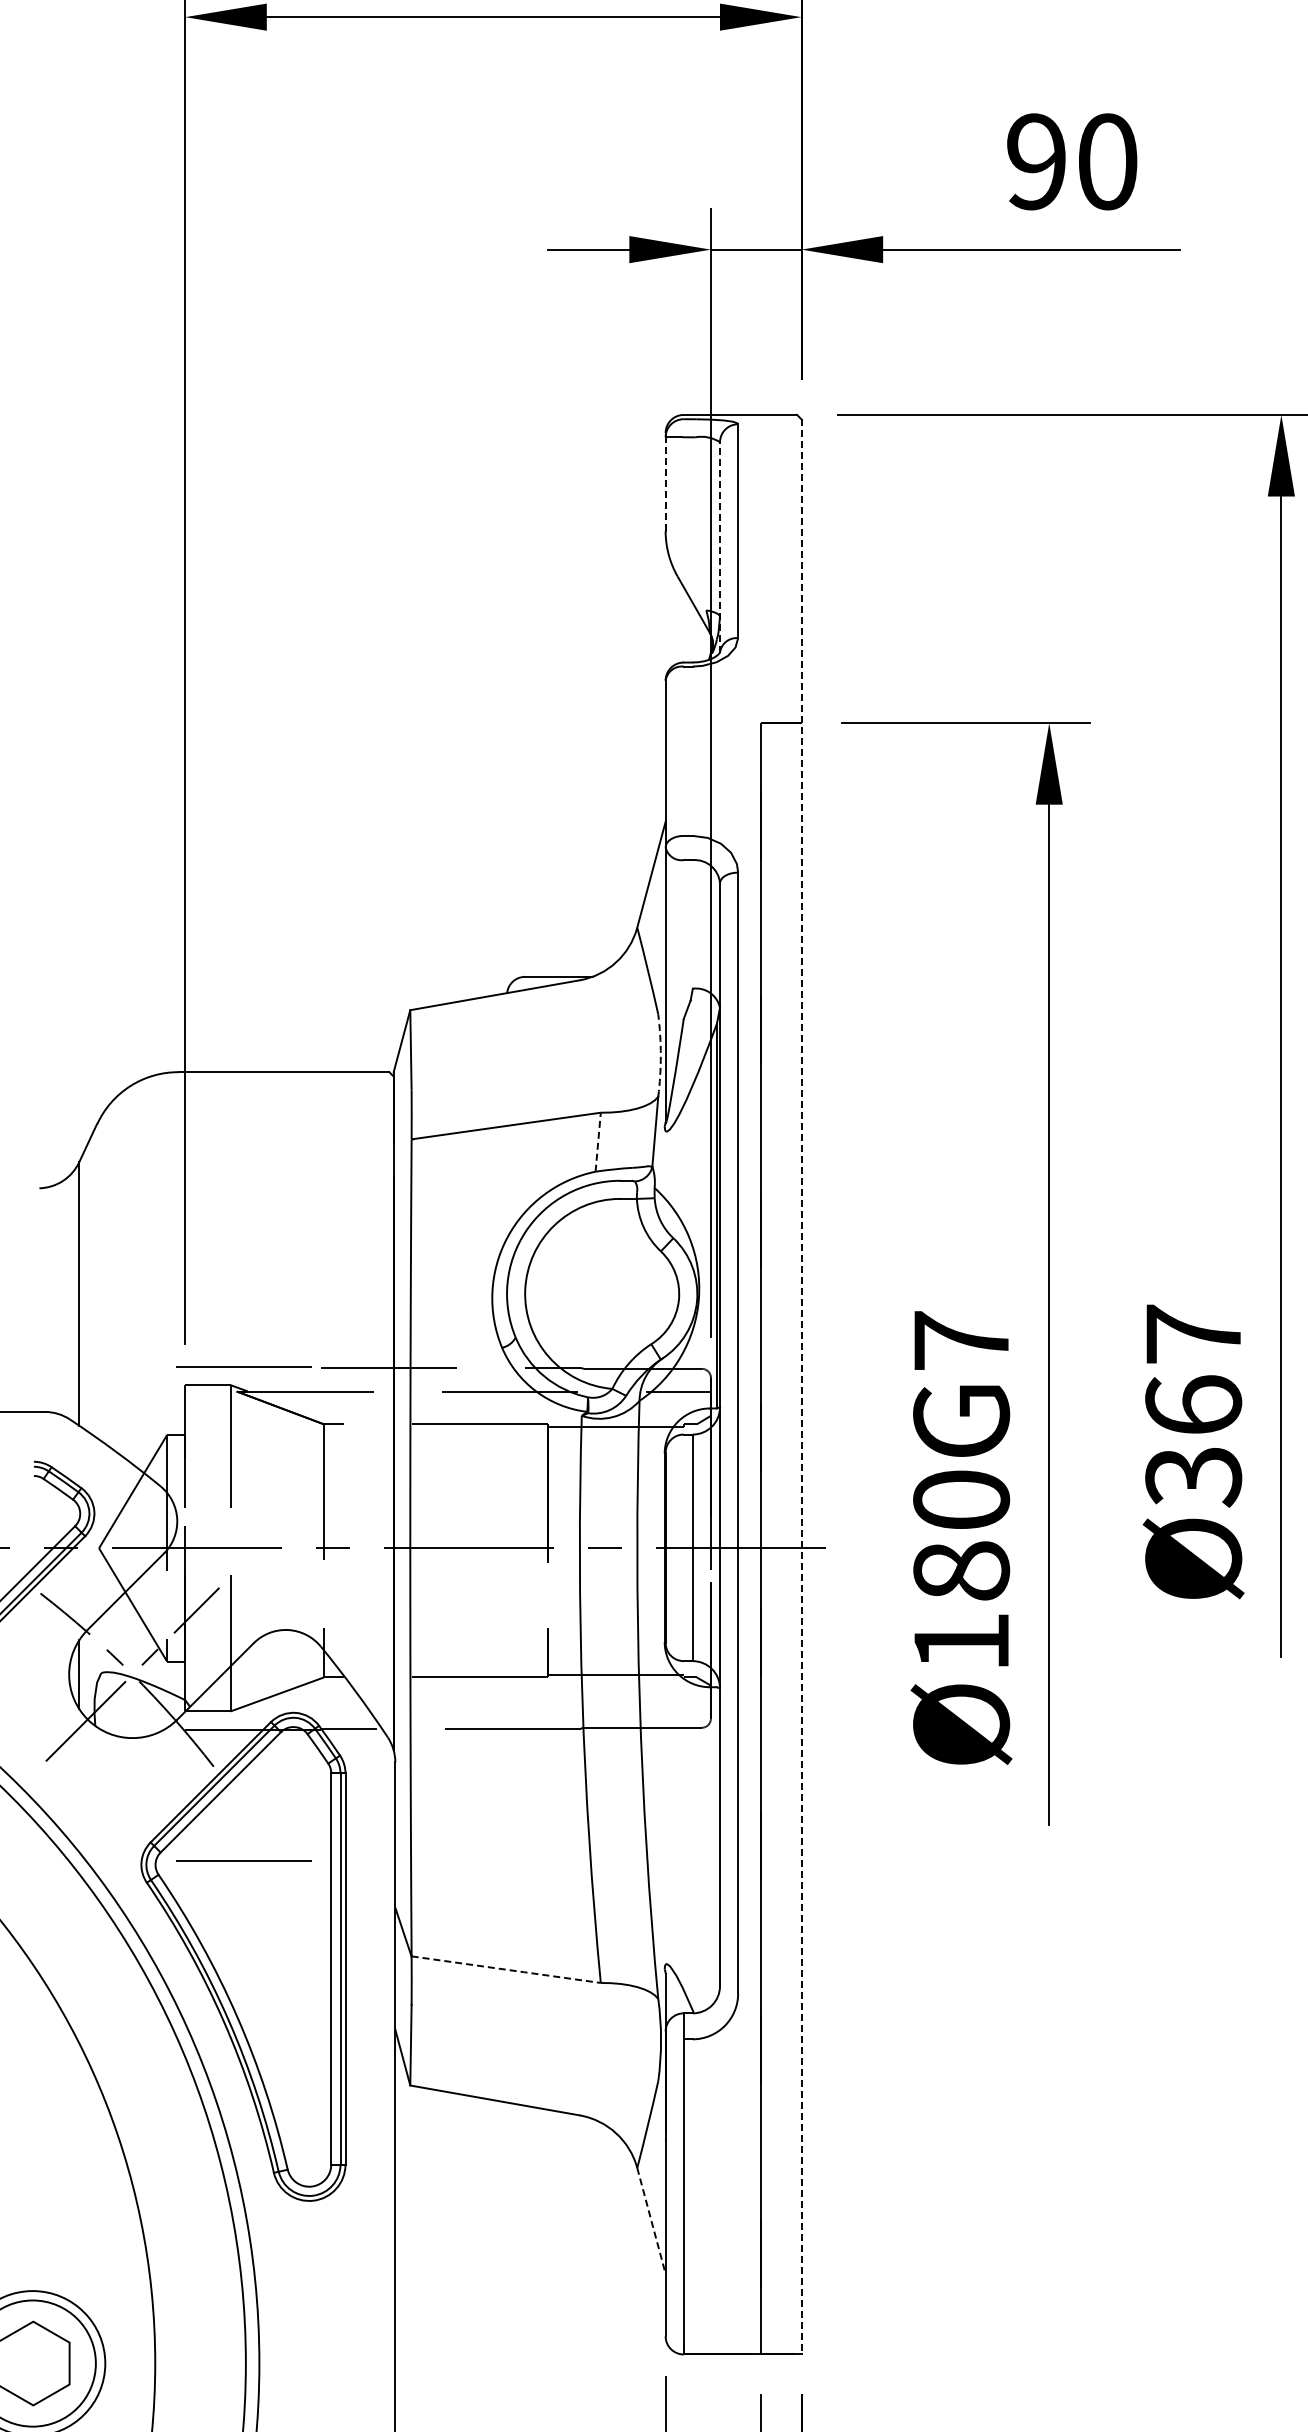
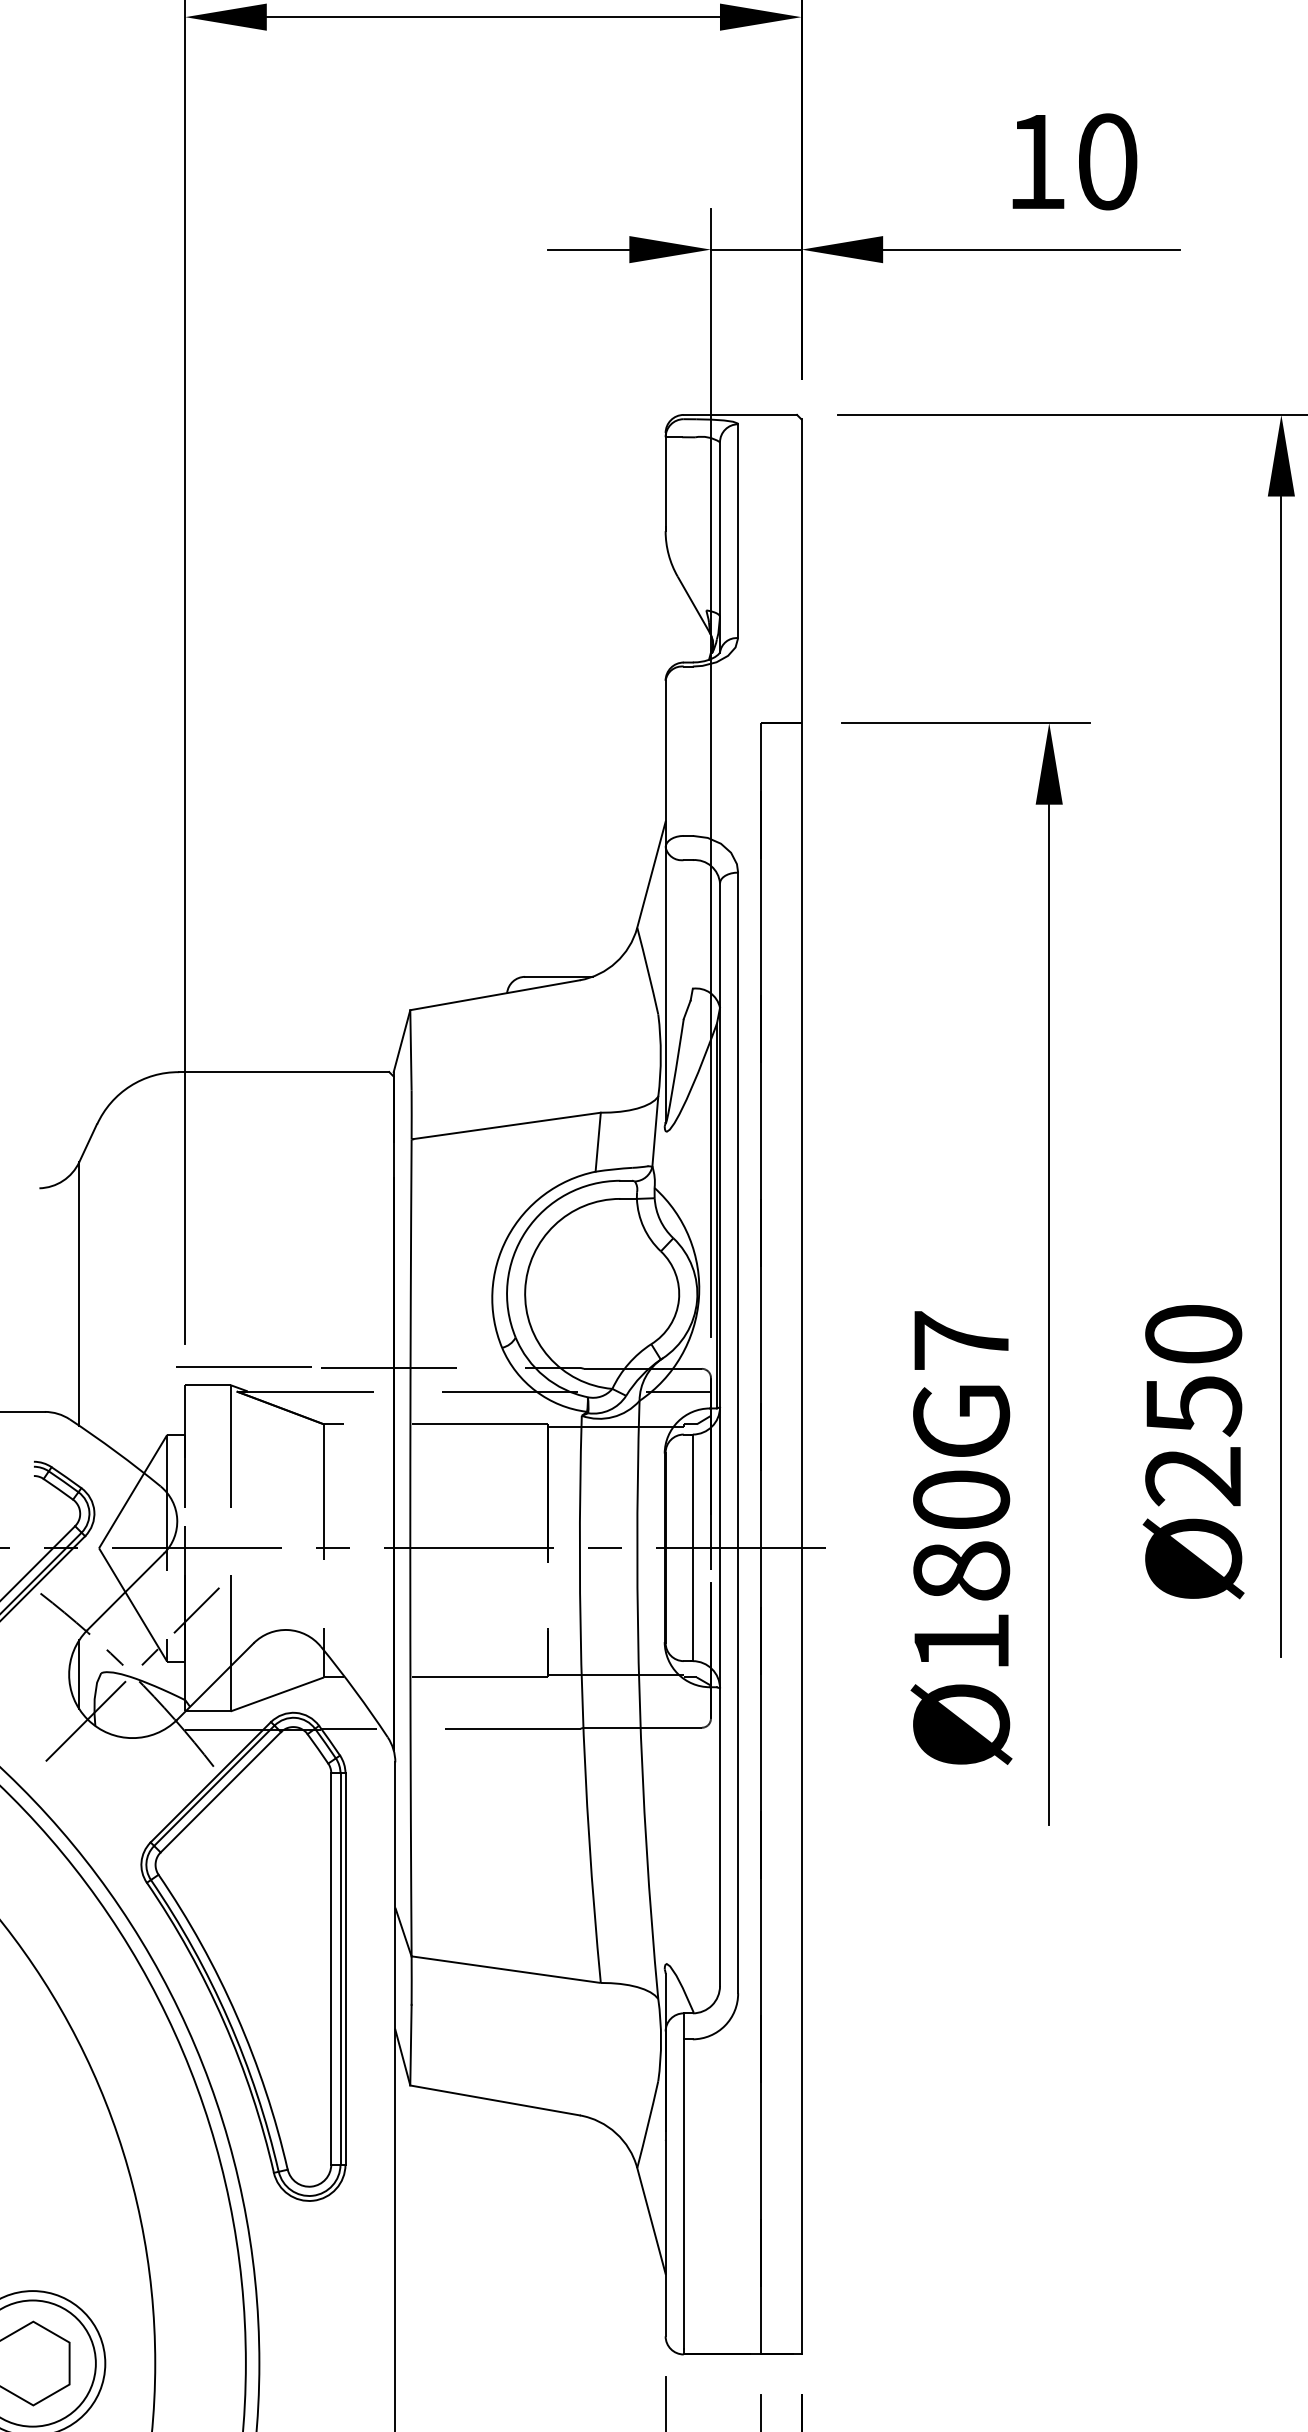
text at (1036, 161): 90 -> 10
line at (665, 484): dashed -> solid
line at (720, 546): dashed -> solid
arc at (660, 1055): dashed -> solid
line at (598, 1142): dashed -> solid
line at (801, 1387): dashed -> solid
text at (1193, 1405): Ø367 -> Ø250
line at (243, 1860): present -> none
line at (506, 1969): dashed -> solid
line at (651, 2220): dashed -> solid
